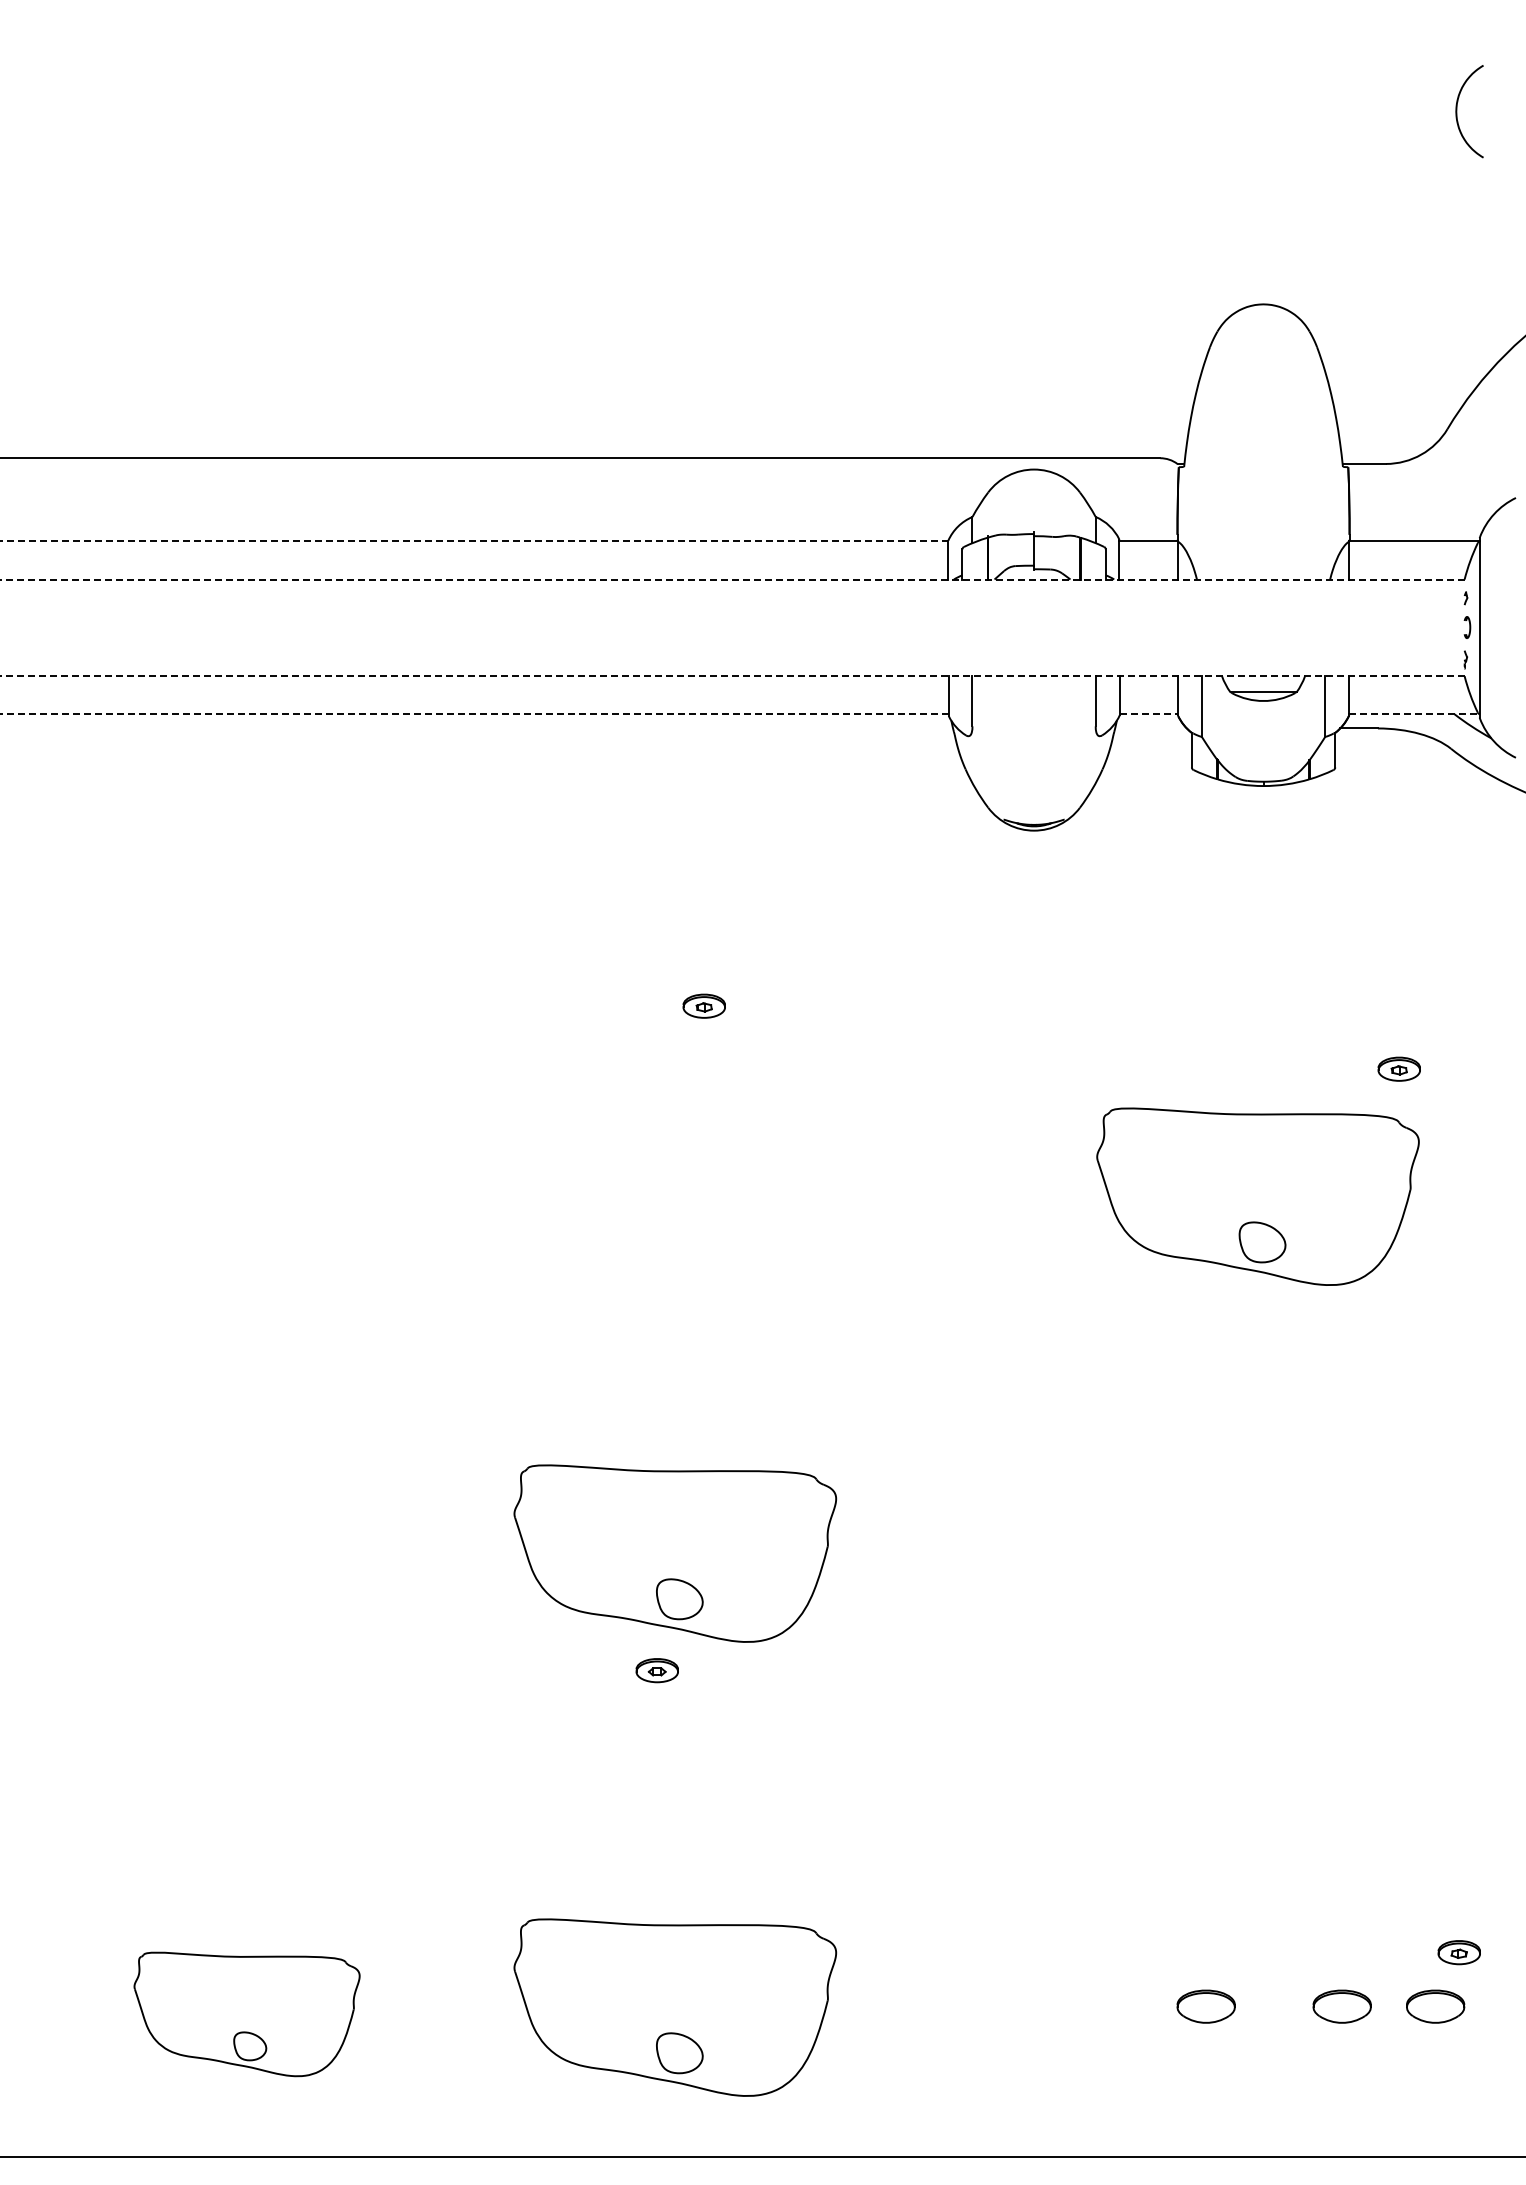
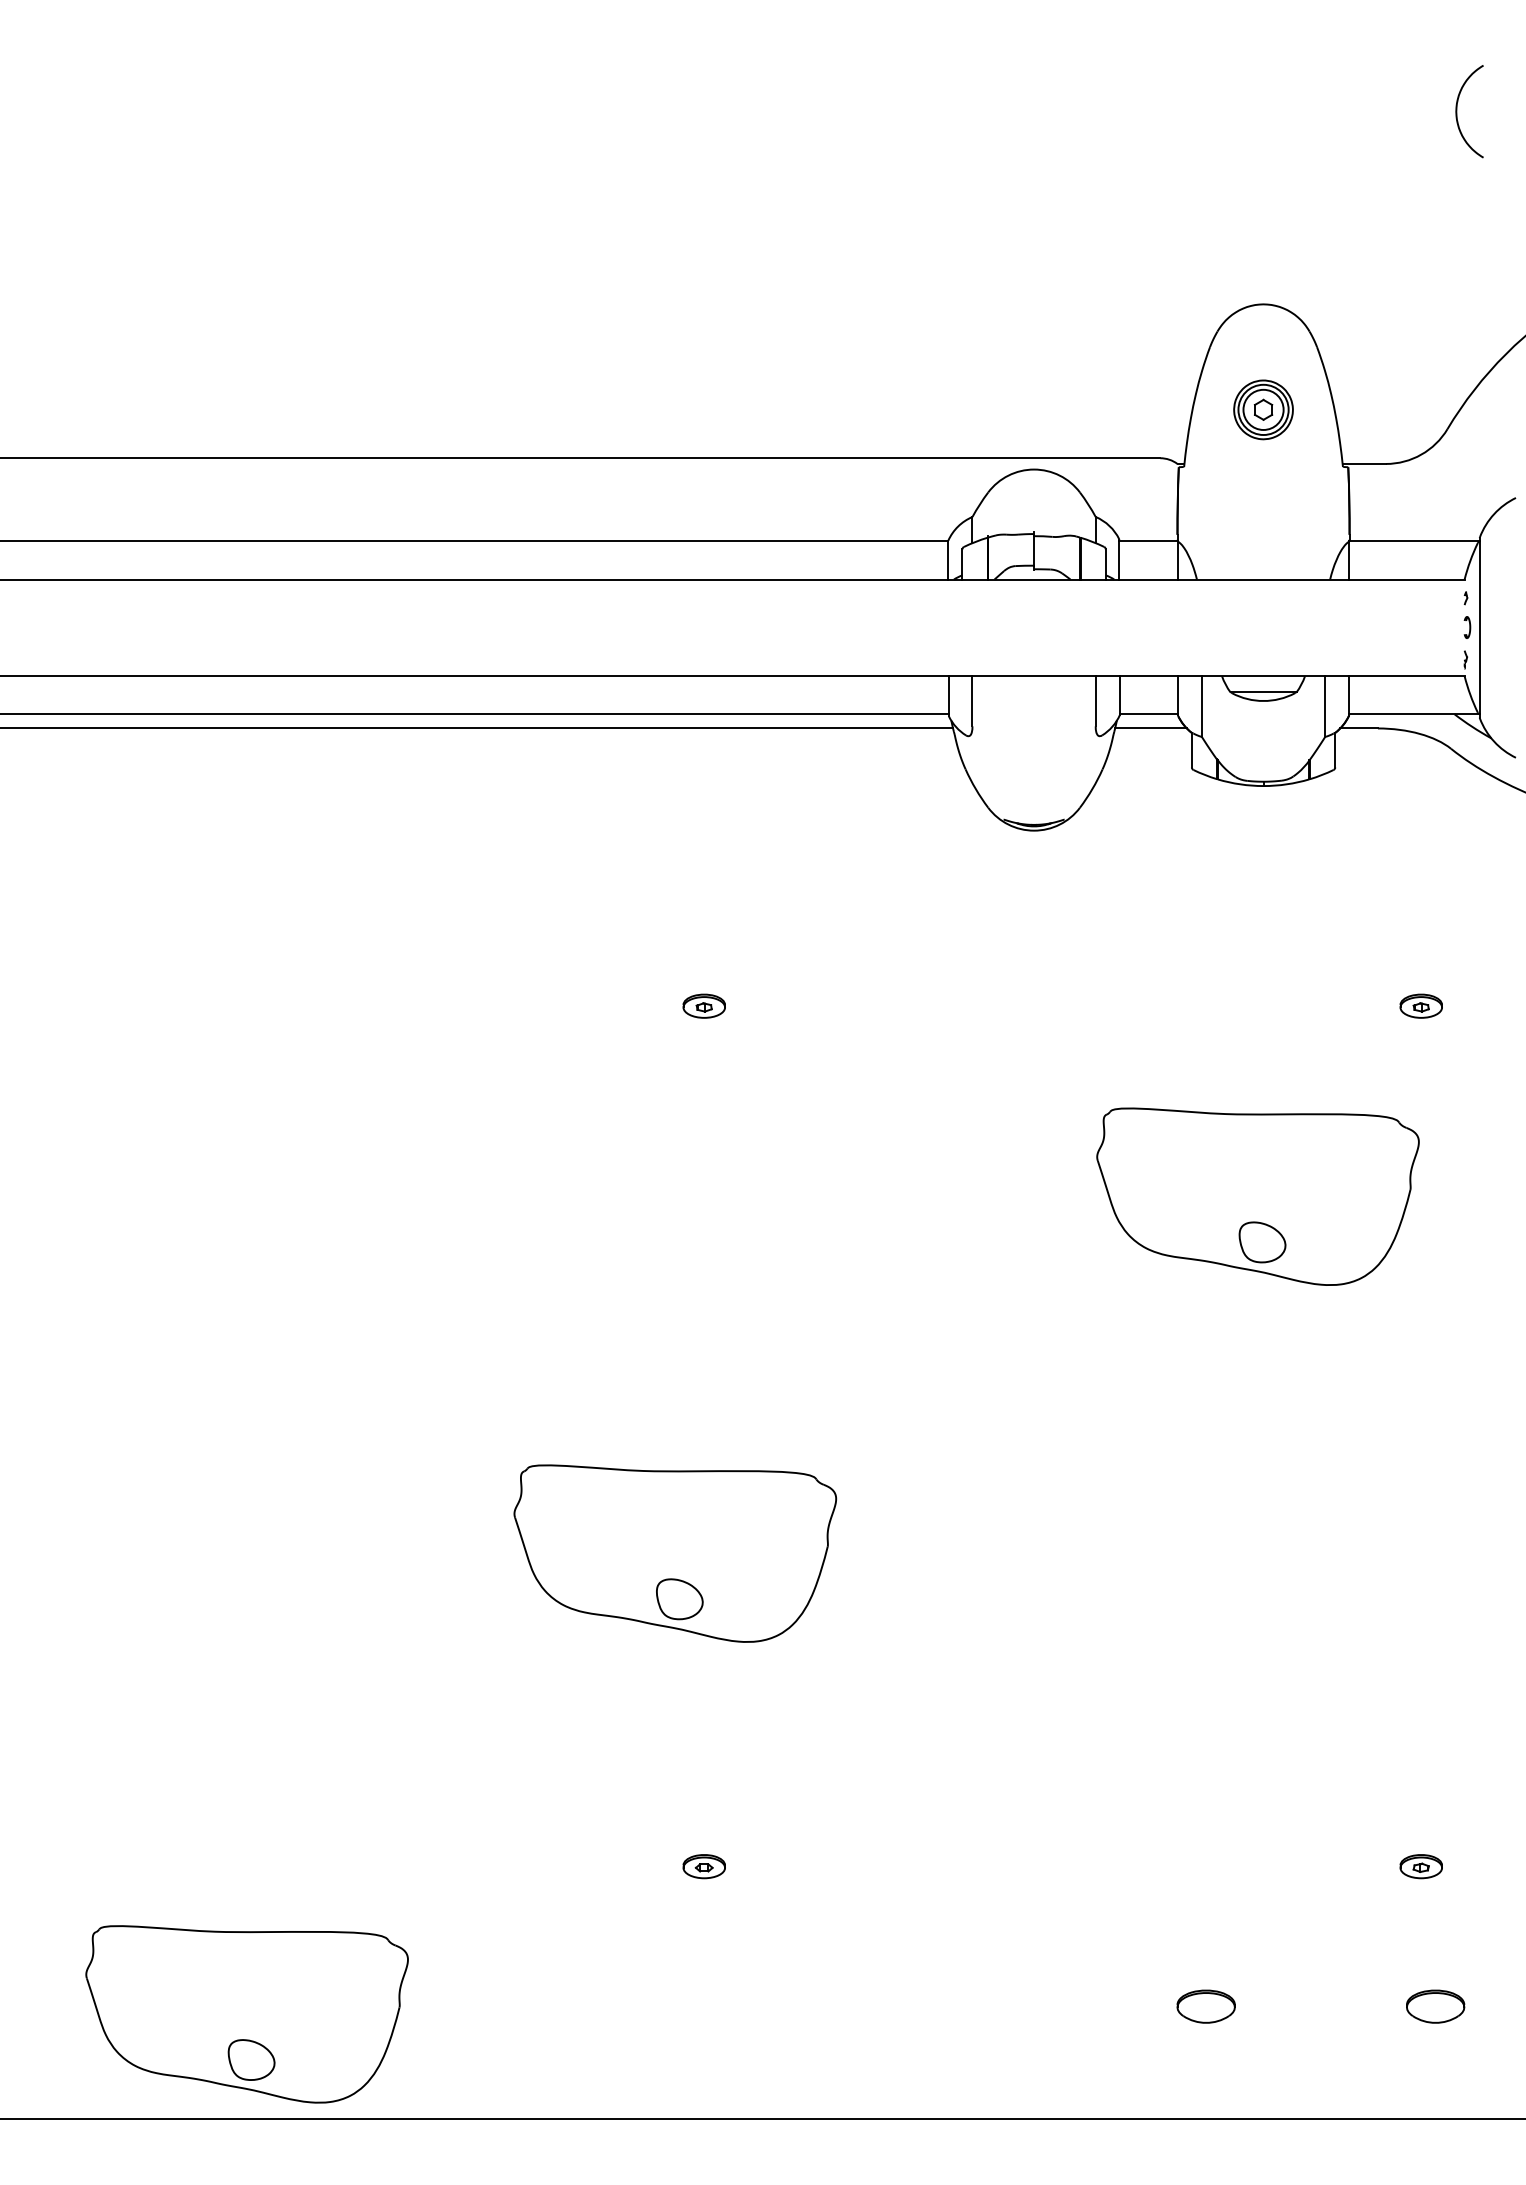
part at (1263, 409): none -> present
line at (474, 541): dashed -> solid
line at (731, 579): dashed -> solid
line at (731, 676): dashed -> solid
line at (475, 714): dashed -> solid
line at (1148, 714): dashed -> solid
line at (1414, 714): dashed -> solid
line at (477, 728): none -> present
line at (1150, 728): none -> present
part at (1398, 1068) position: (1398, 1068) -> (1420, 1005)
part at (656, 1670) position: (656, 1670) -> (703, 1866)
part at (1458, 1952) position: (1458, 1952) -> (1420, 1866)
part at (1341, 2006): present -> none
part at (675, 2007): present -> none
part at (246, 2014) size: 228x127 px -> 324x179 px
line at (762, 2157) position: (762, 2157) -> (762, 2119)
